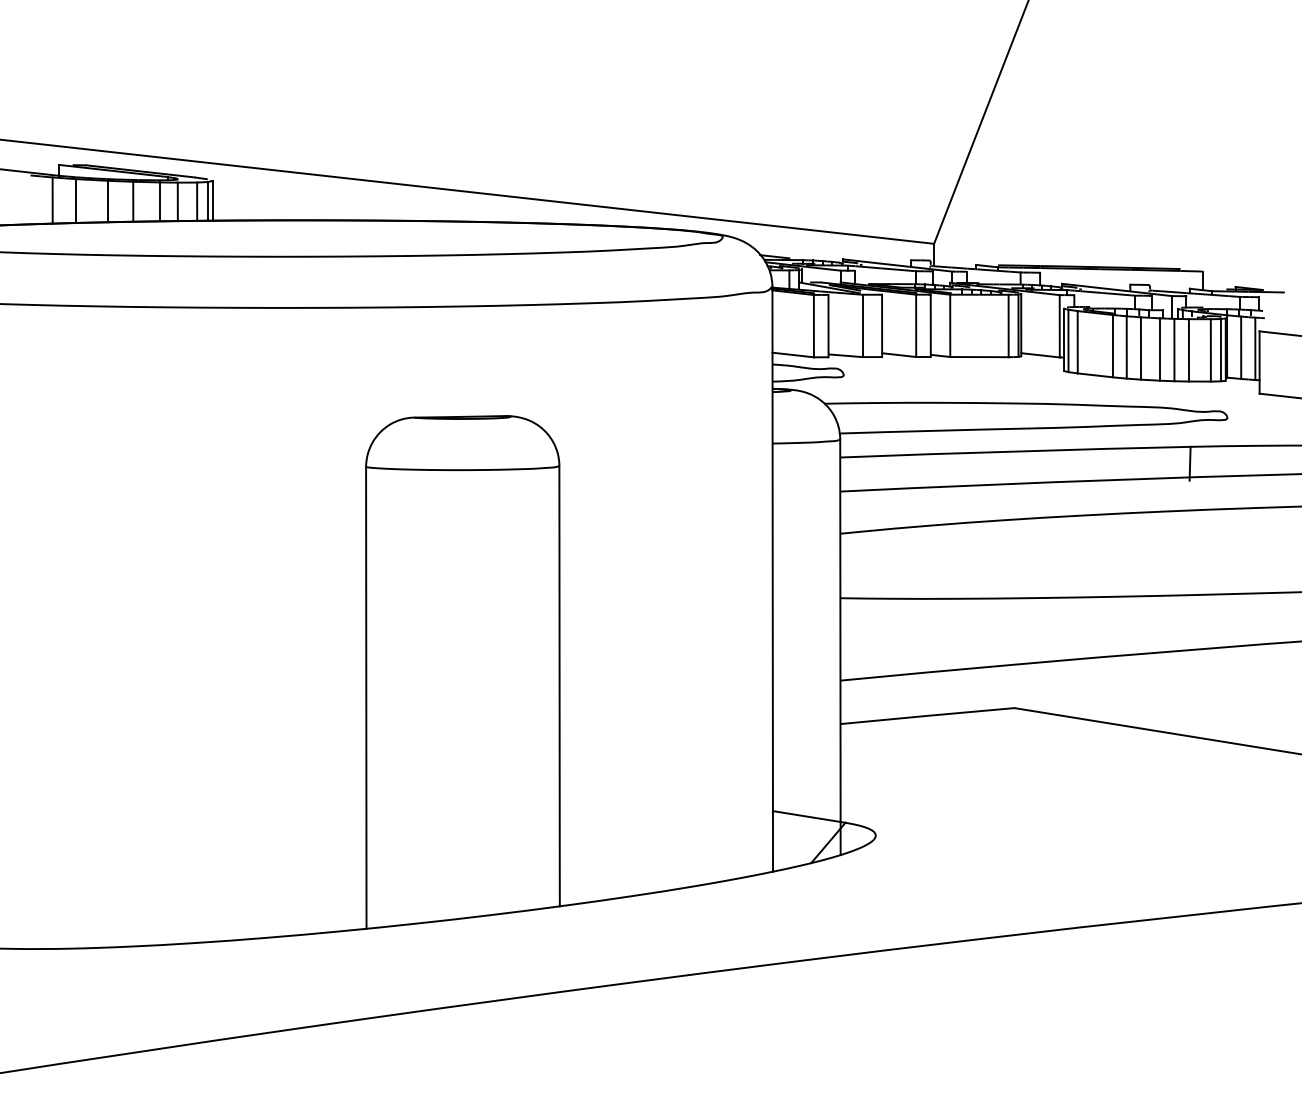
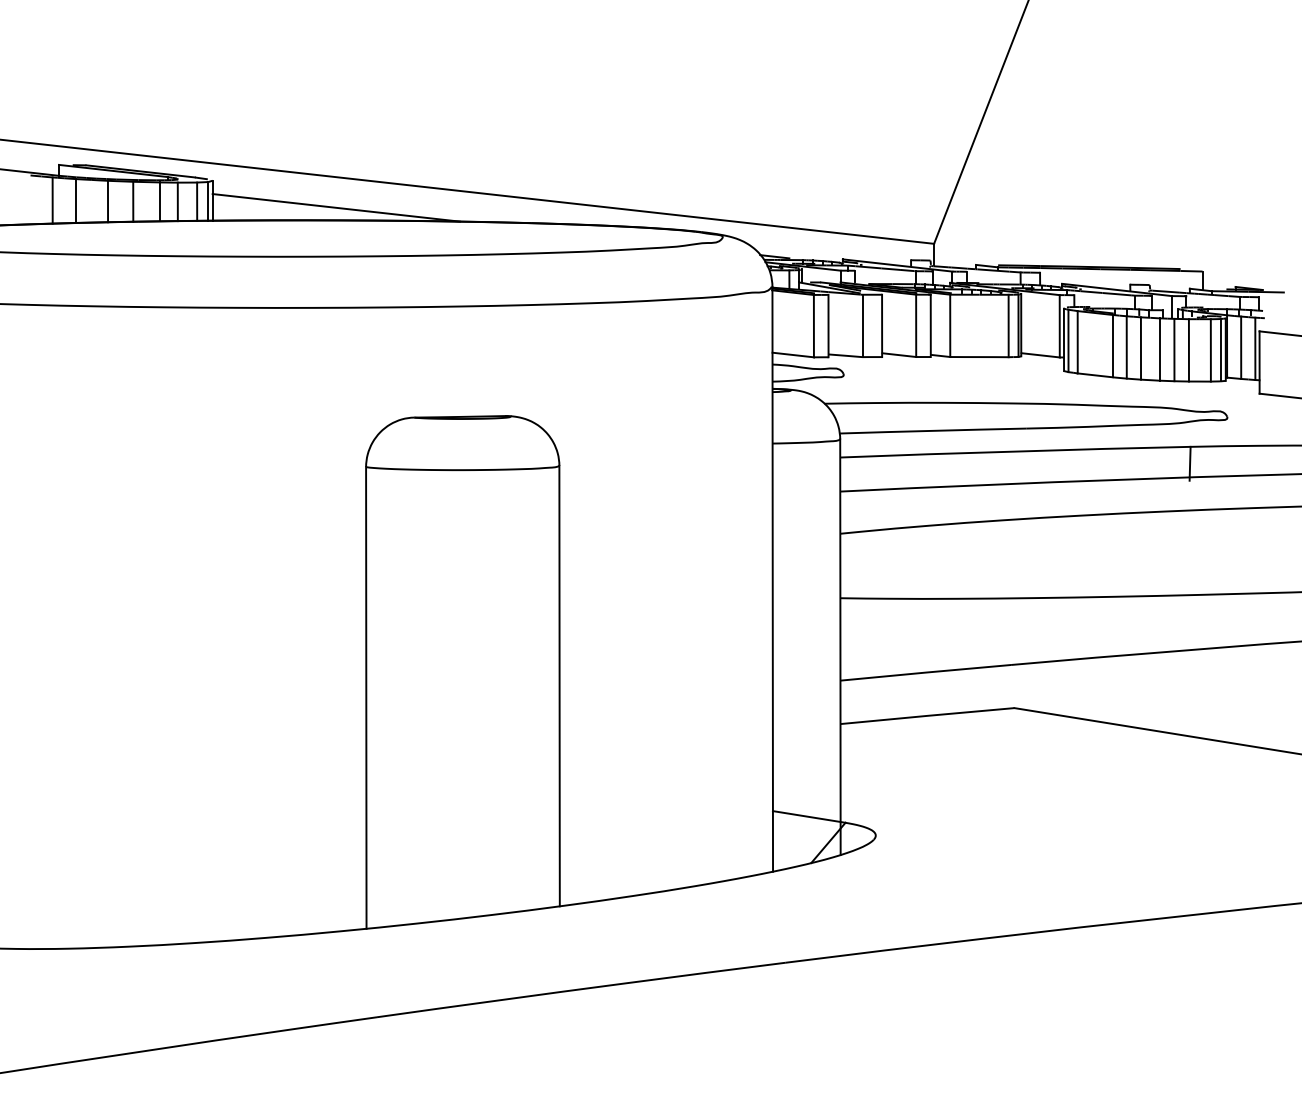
line at (335, 207): none -> present
